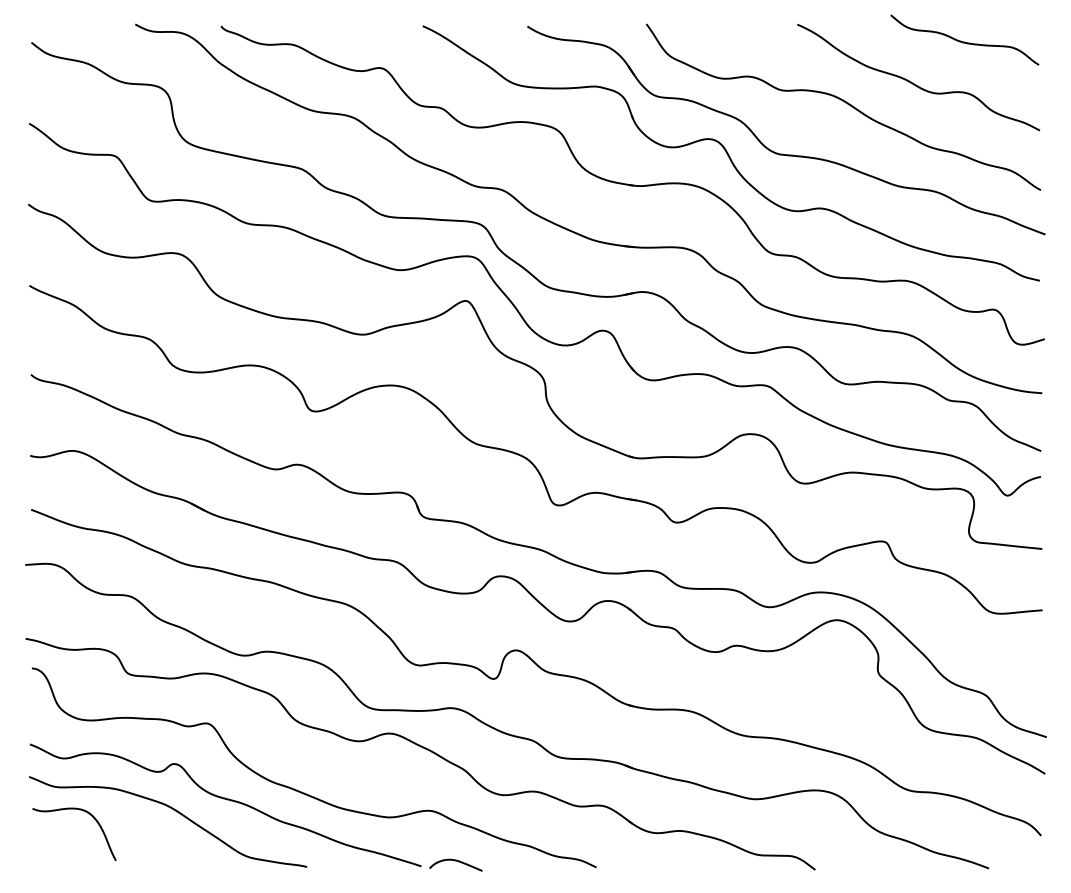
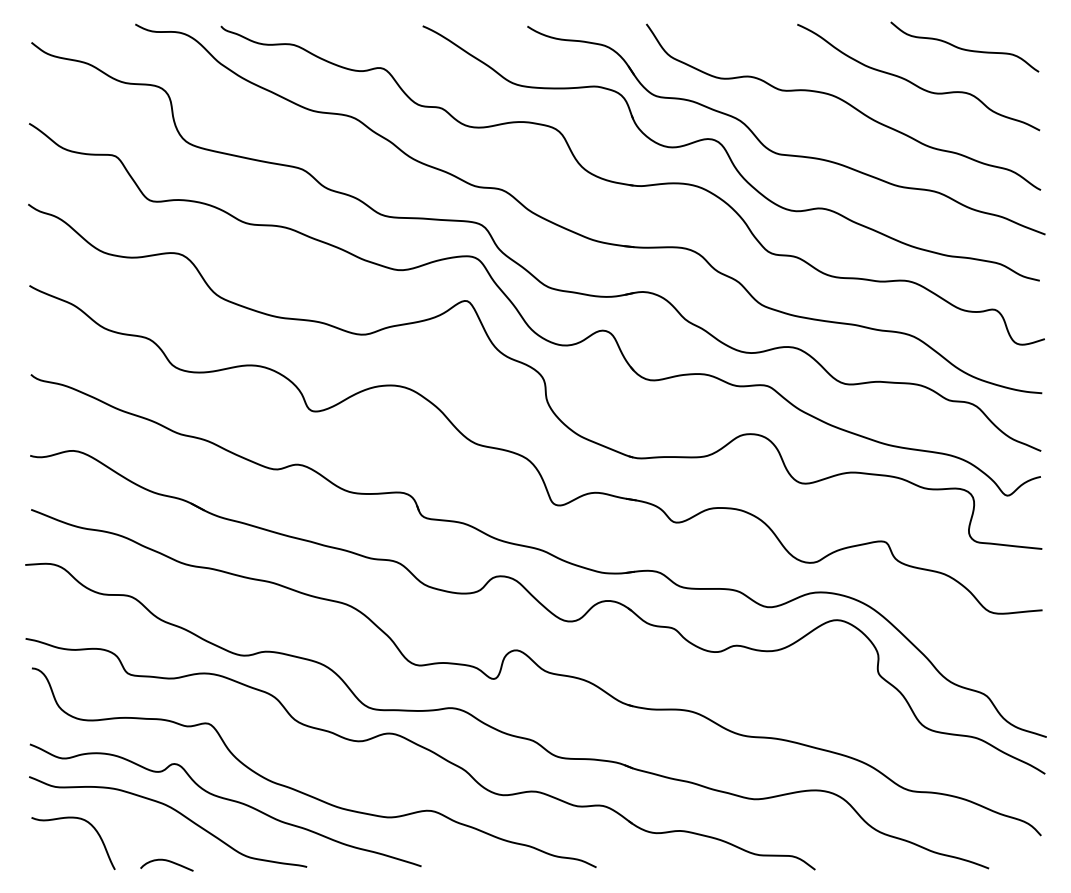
curve at (964, 41) position: (964, 41) -> (964, 48)
curve at (79, 810) position: (79, 810) -> (78, 819)
curve at (455, 861) position: (455, 861) -> (166, 861)
